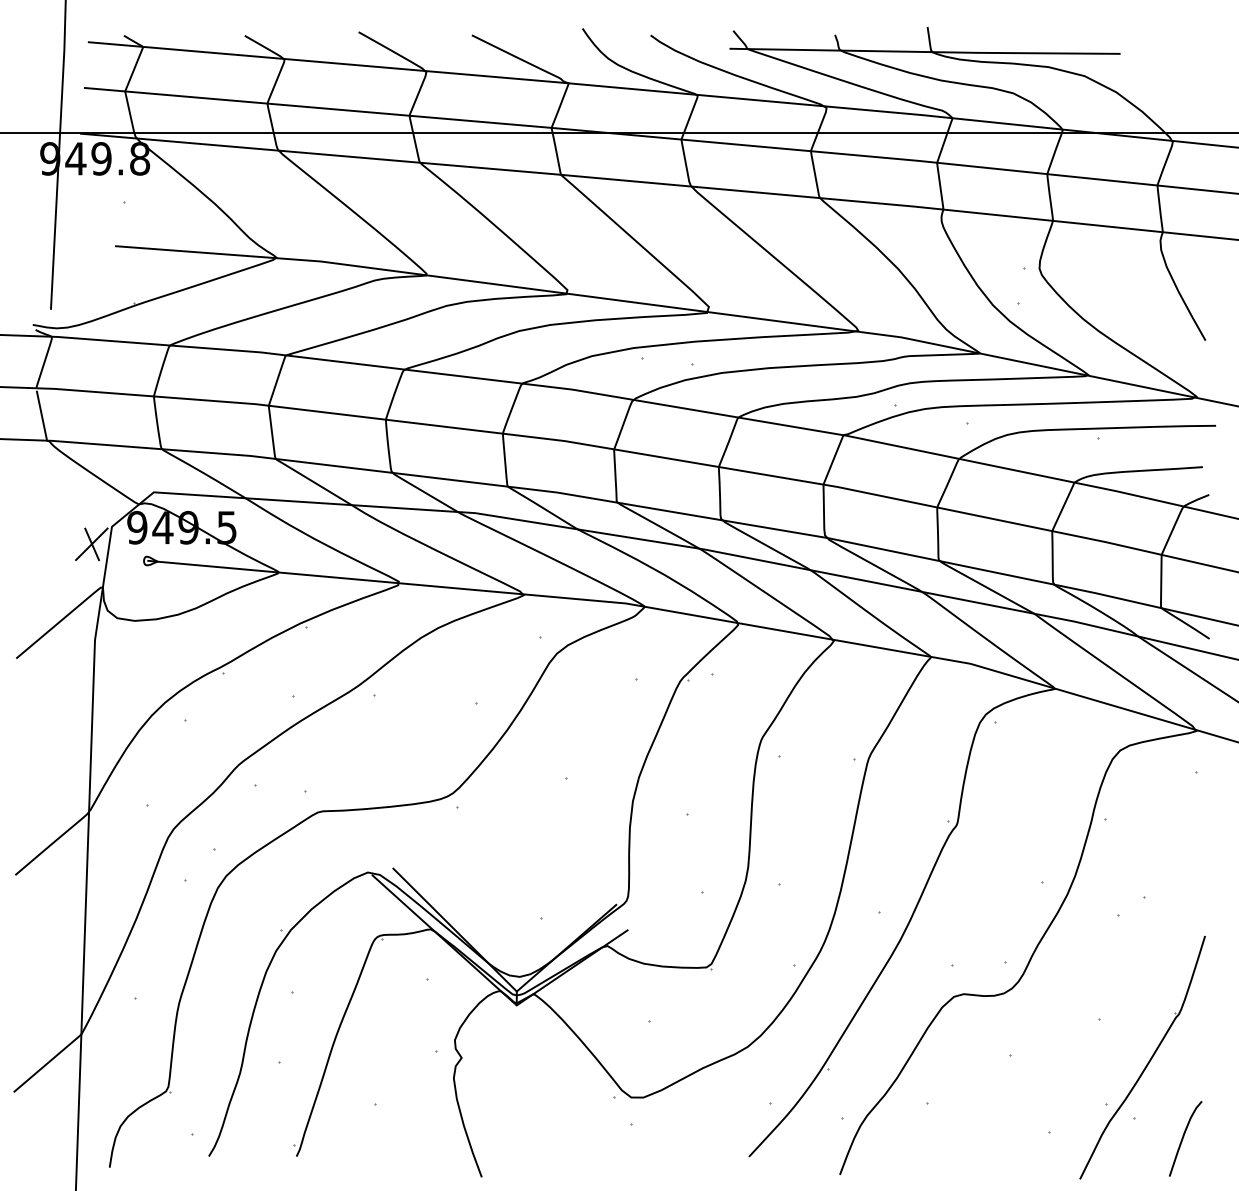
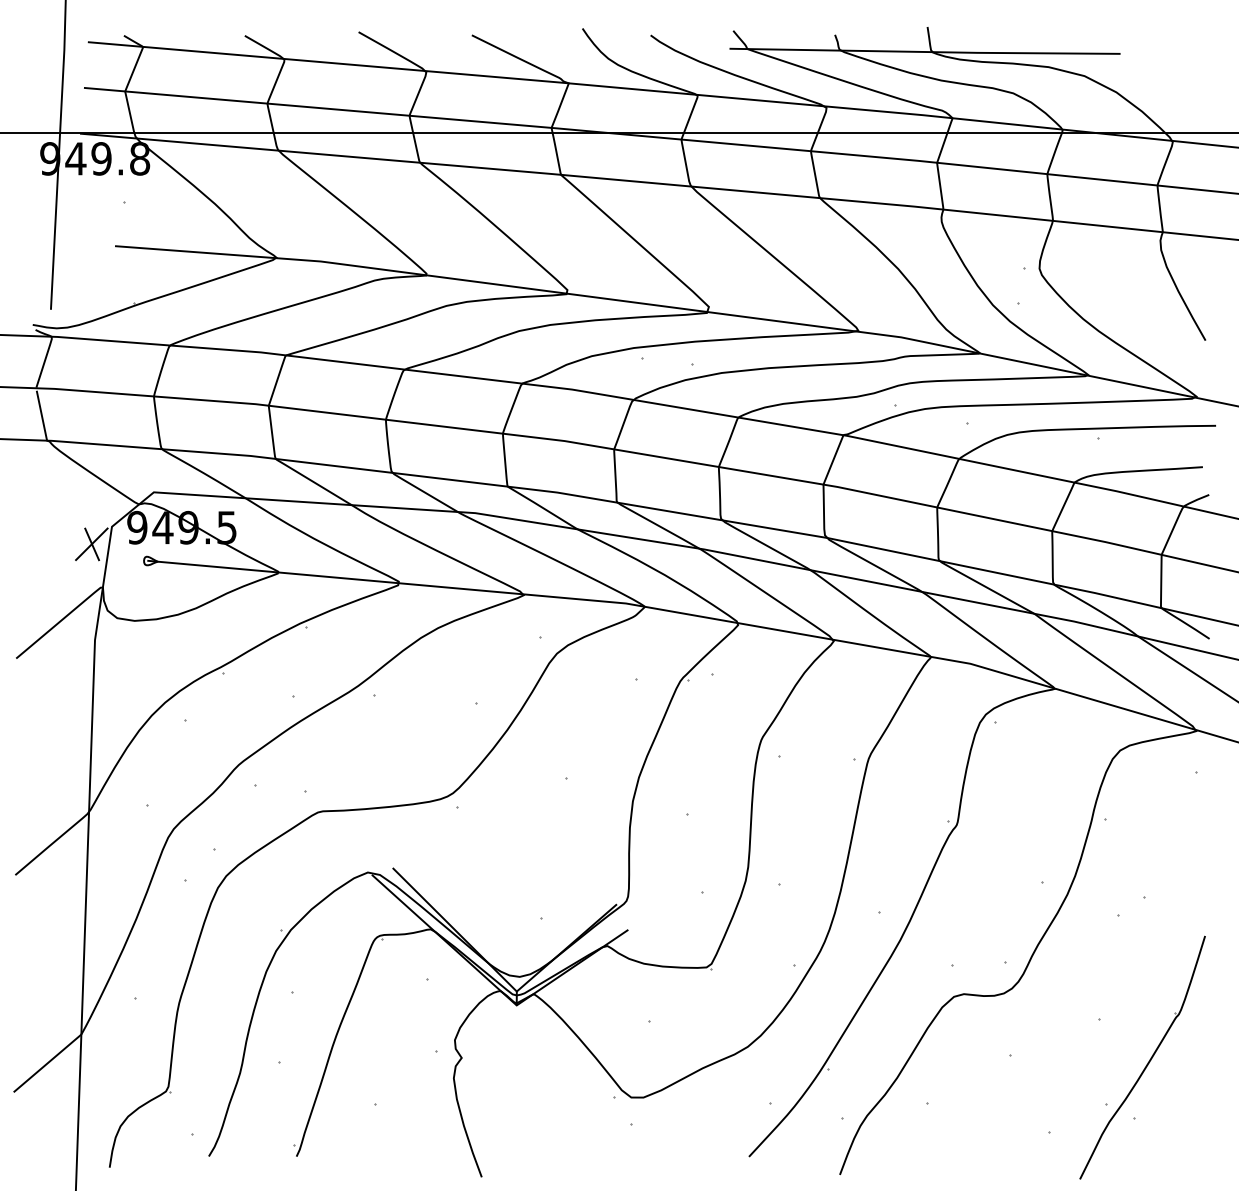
curve at (1183, 1138): present -> none
